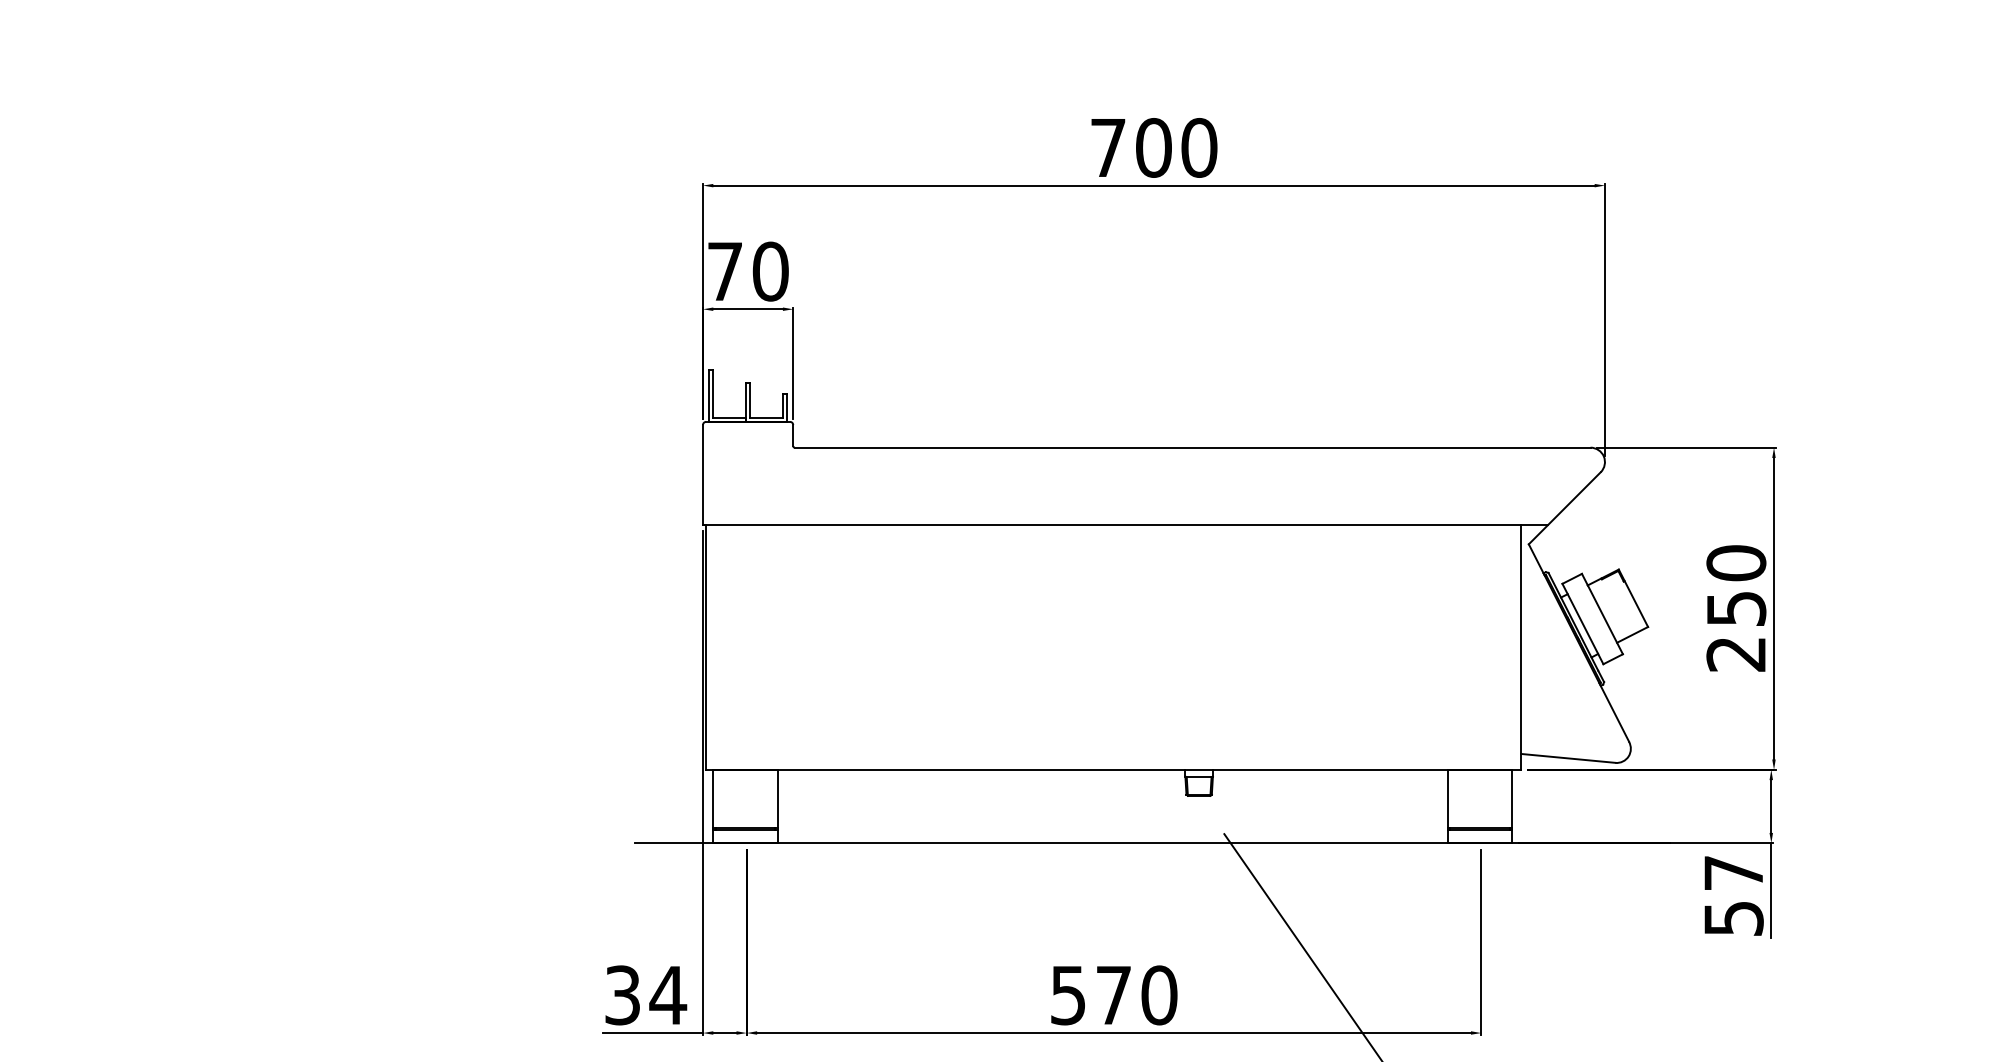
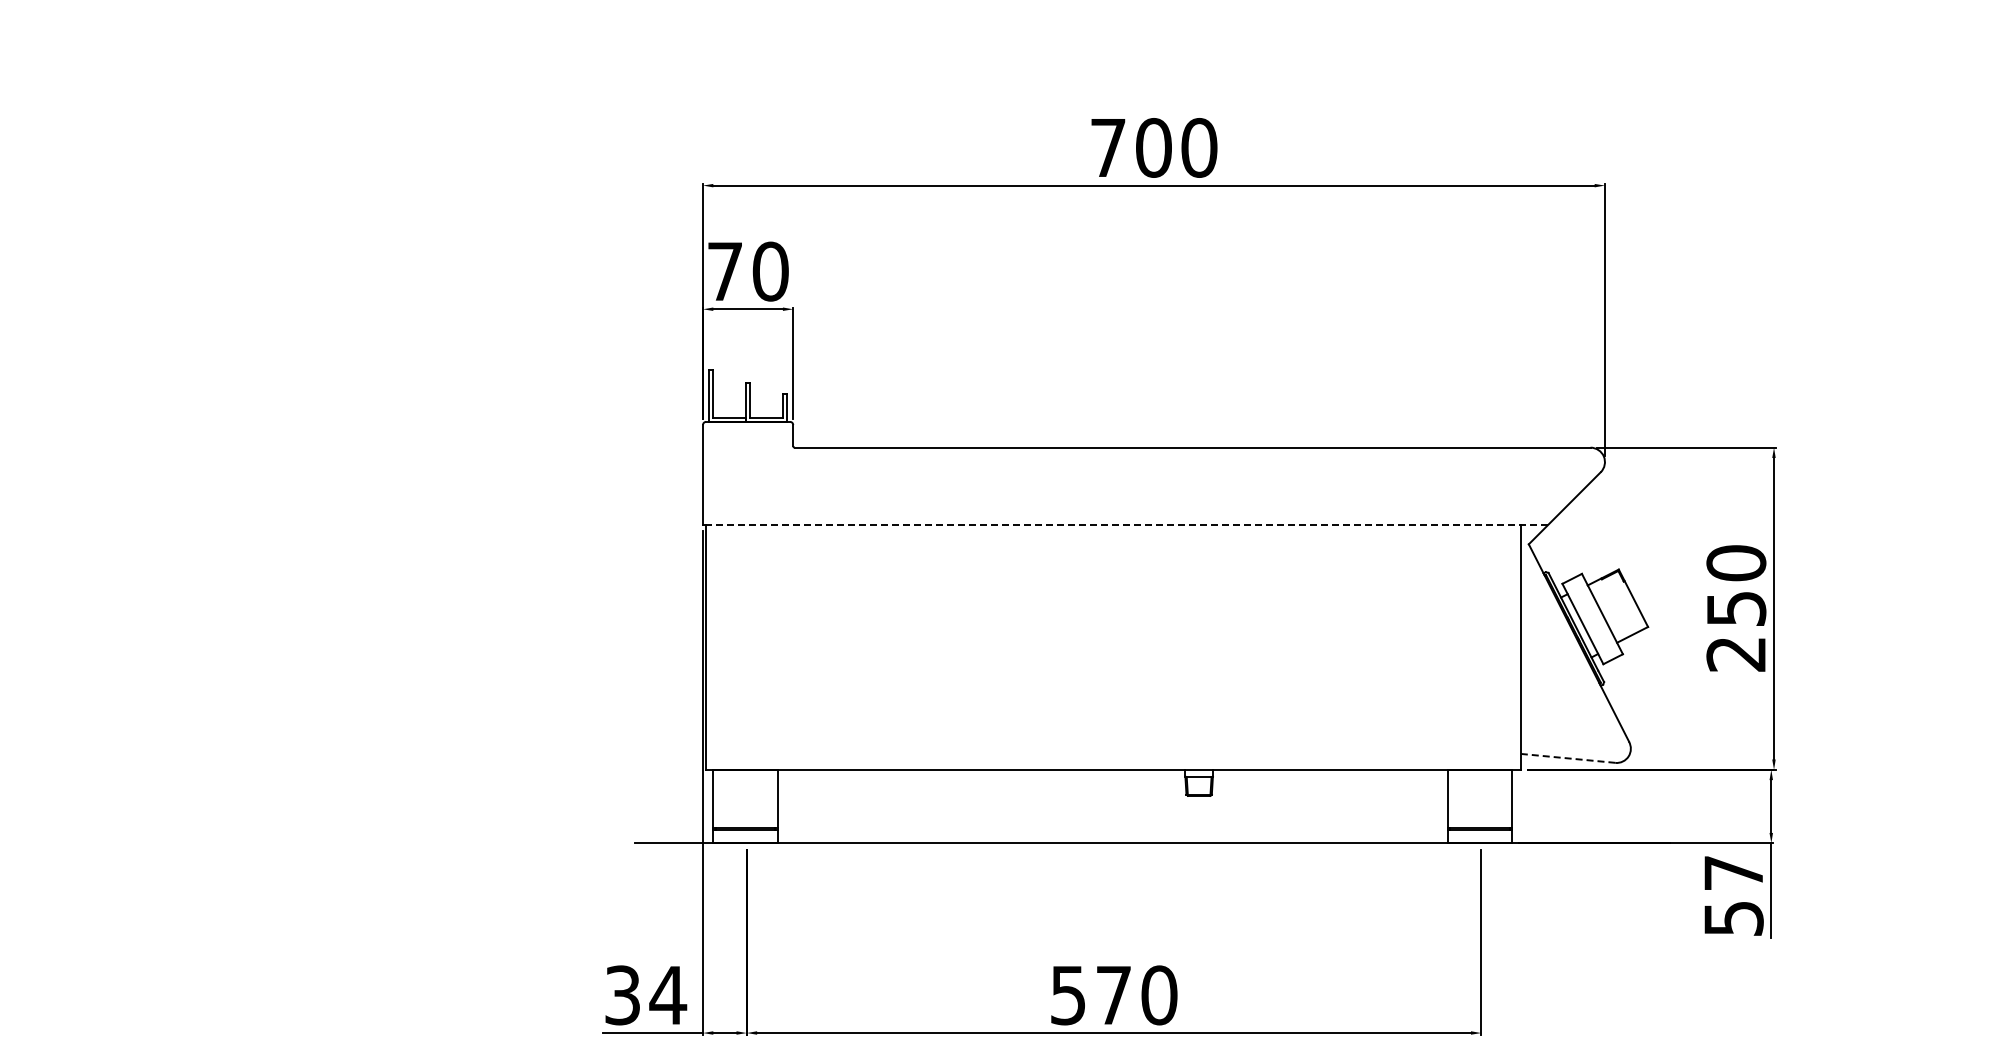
line at (1125, 524): solid -> dashed
line at (1567, 758): solid -> dashed
line at (1302, 946): present -> none
